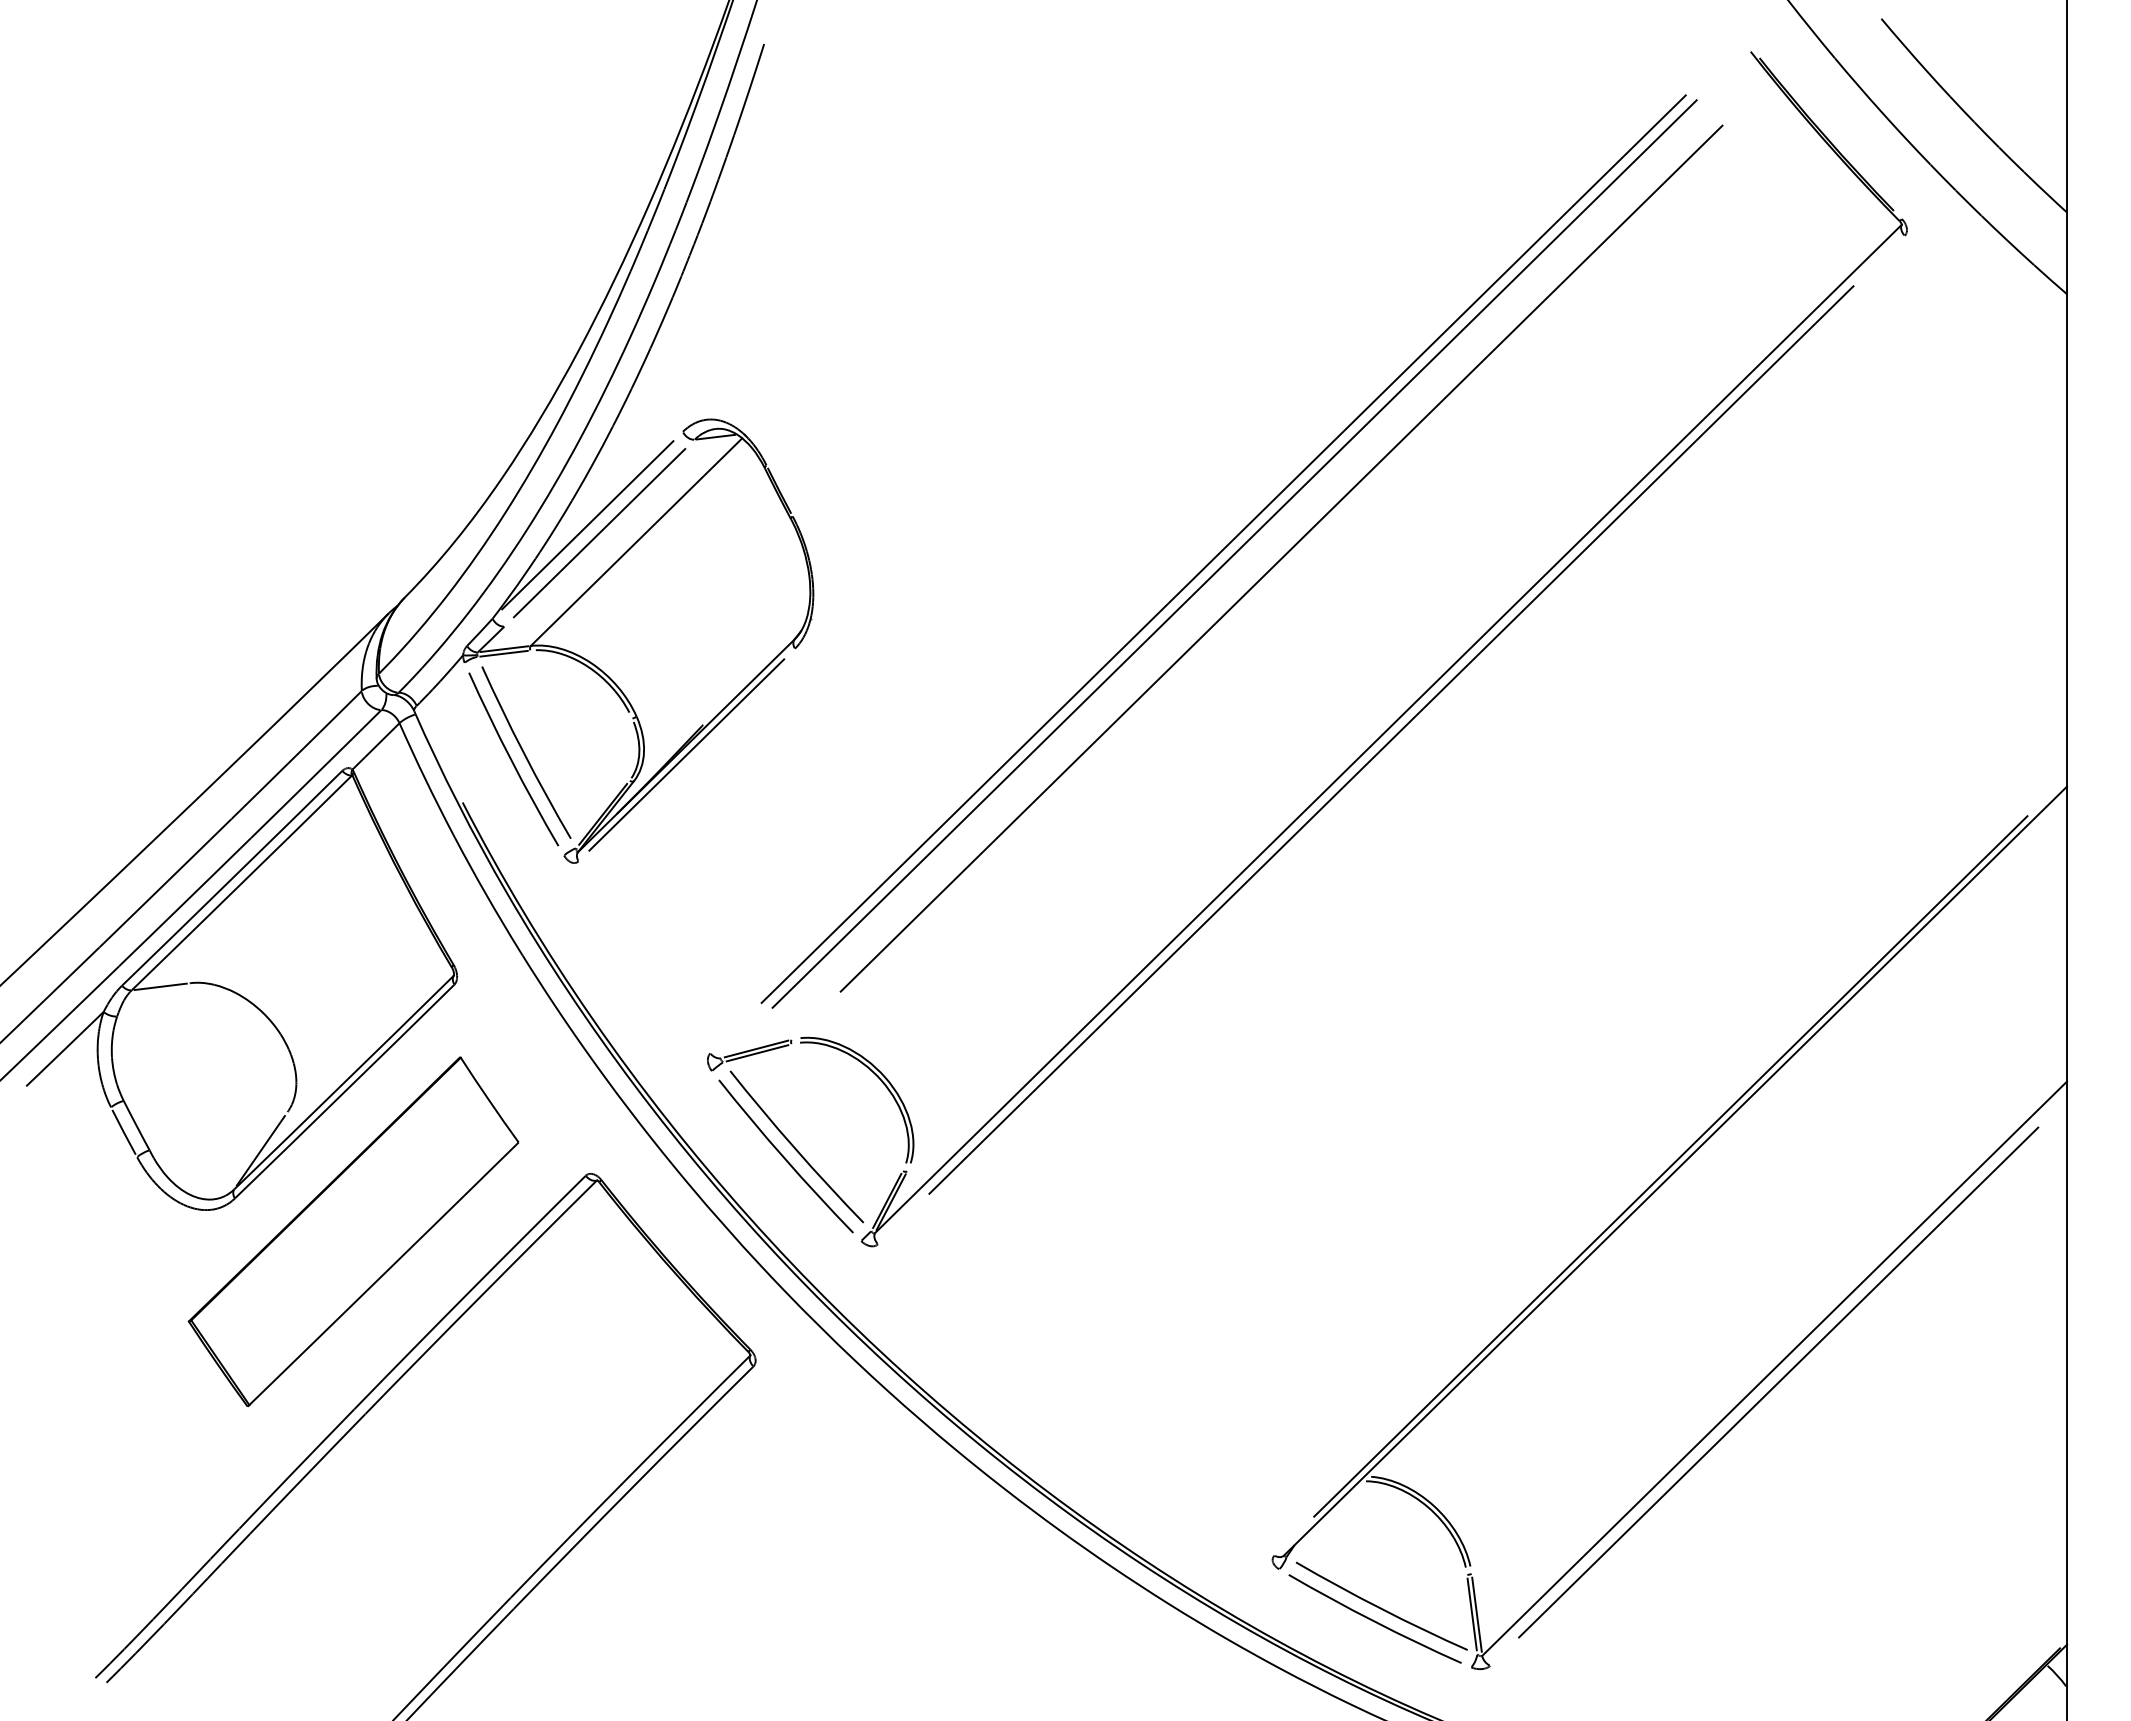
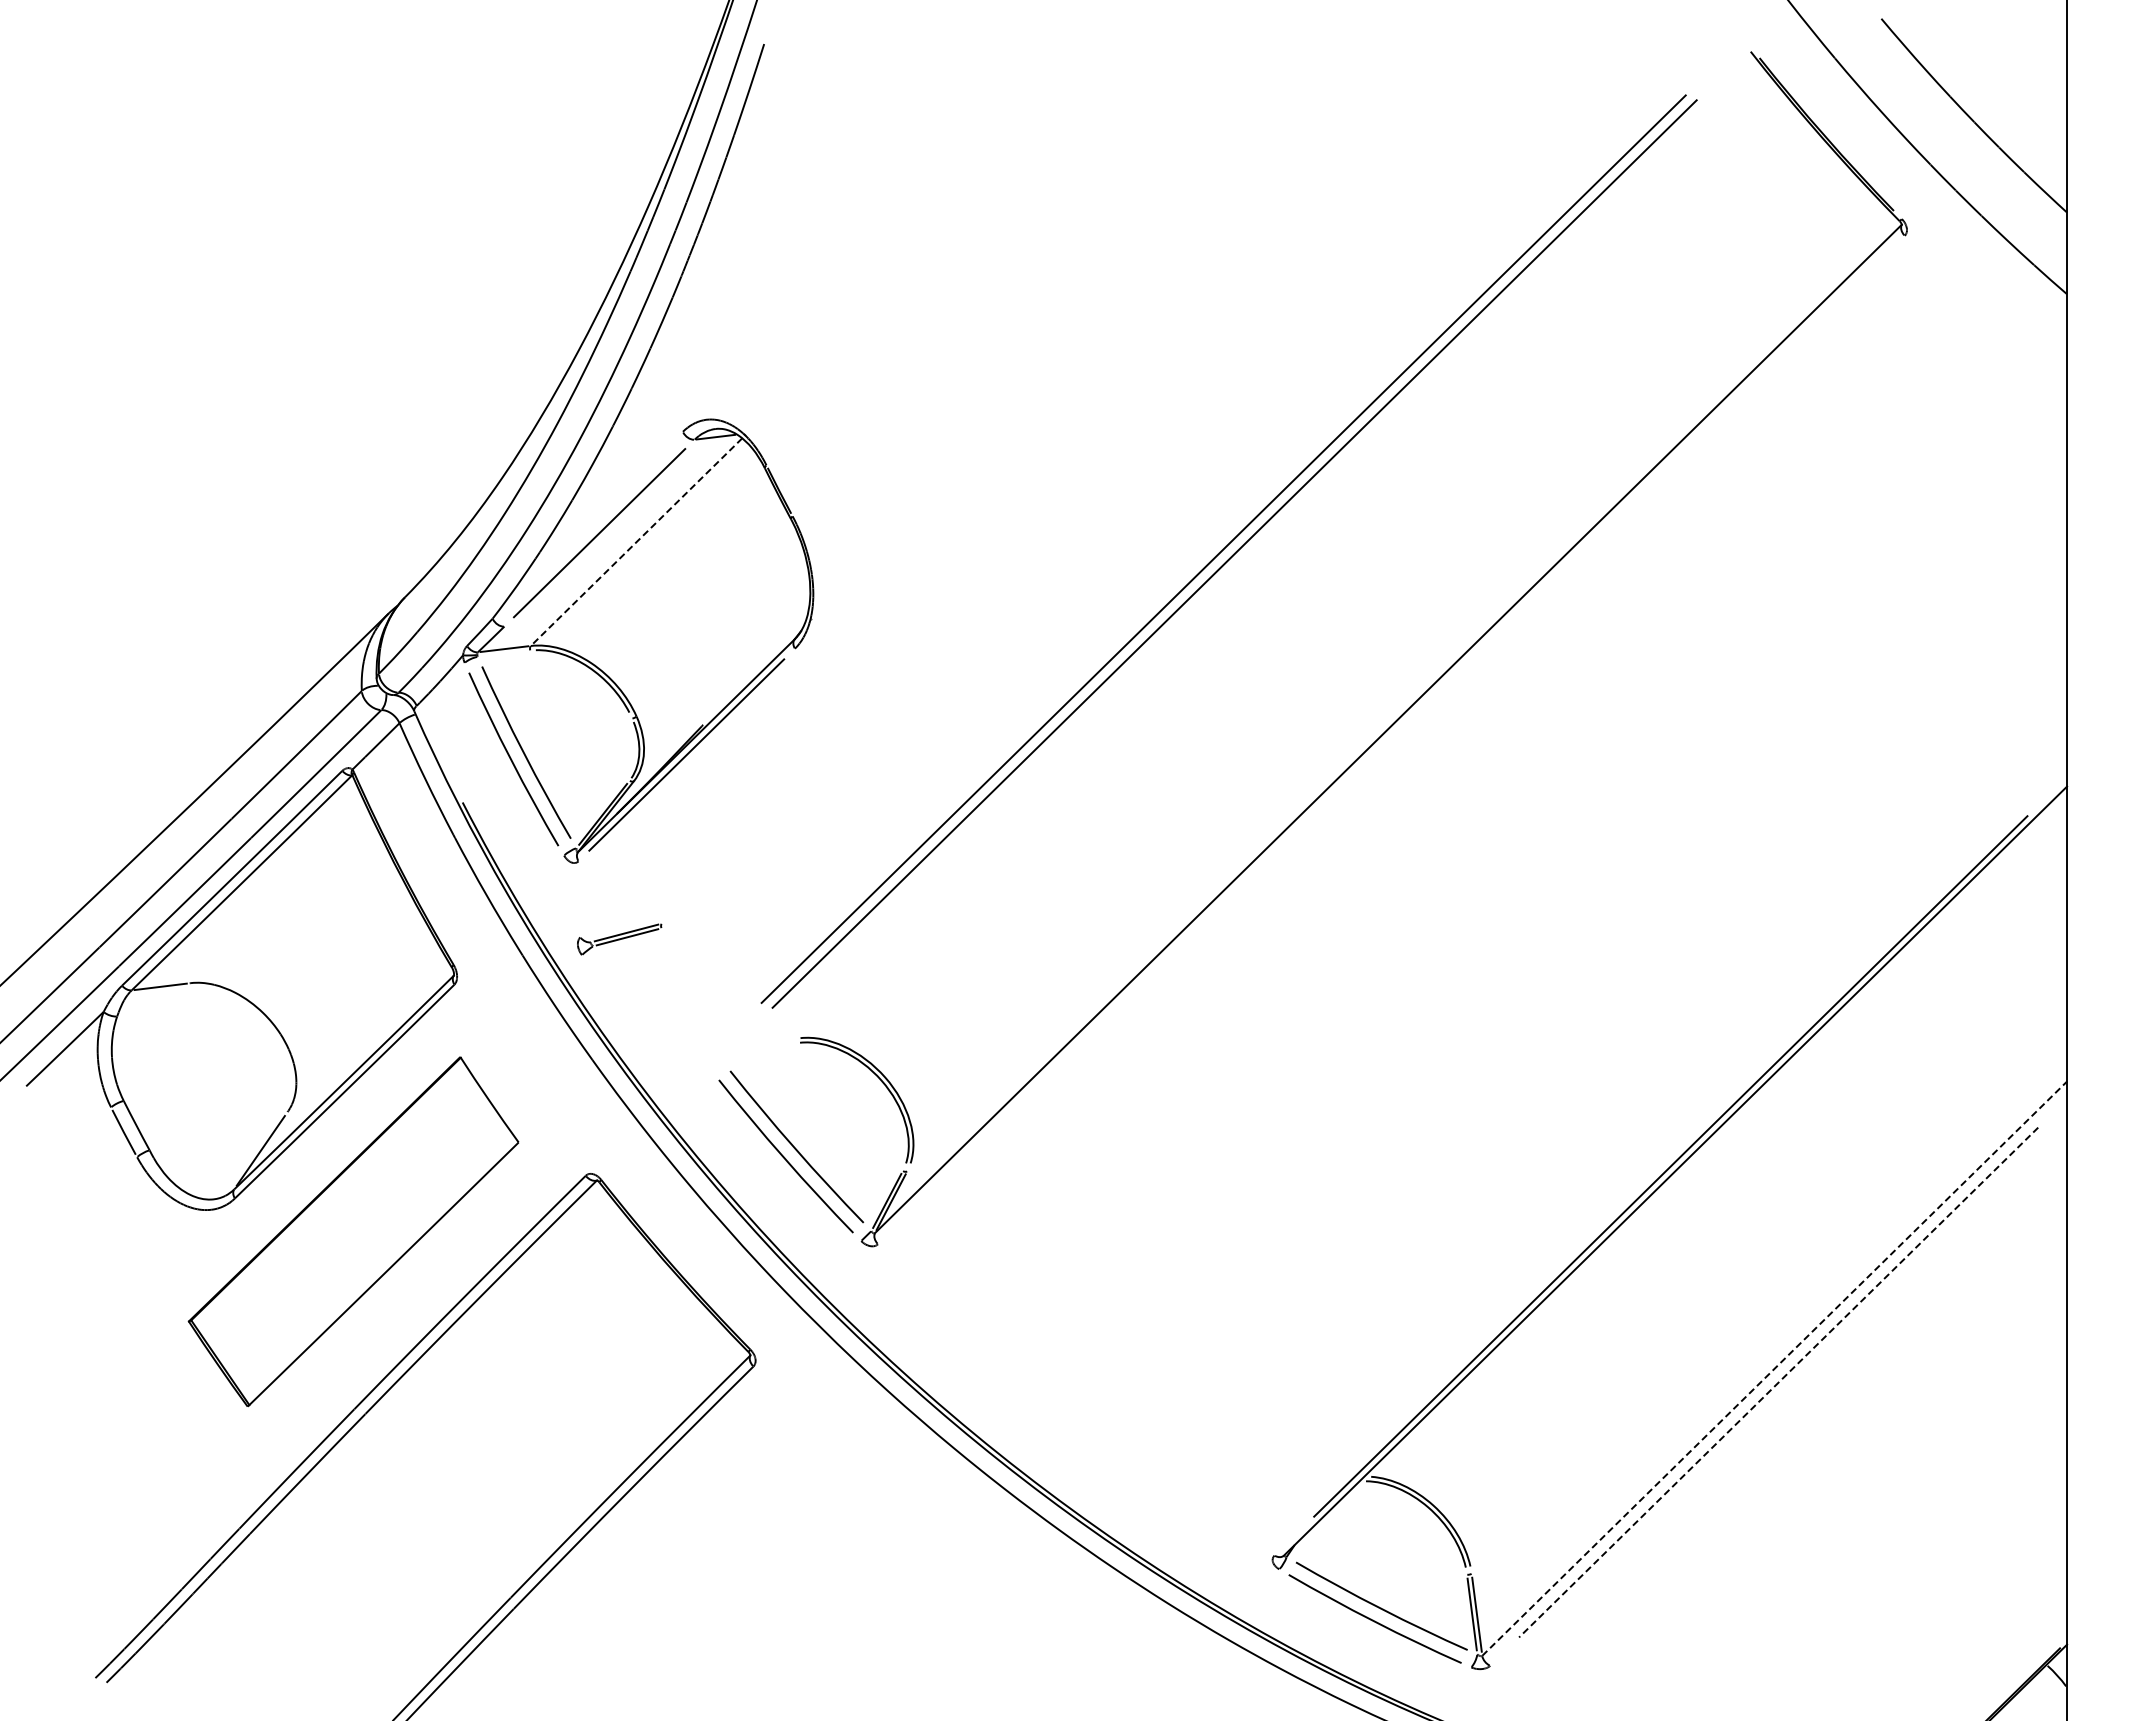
line at (587, 525): present -> none
line at (636, 542): solid -> dashed
line at (1281, 558): present -> none
line at (503, 653): present -> none
line at (1391, 739): present -> none
part at (749, 1055) position: (749, 1055) -> (619, 939)
line at (1774, 1368): solid -> dashed
line at (1778, 1382): solid -> dashed
